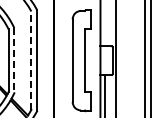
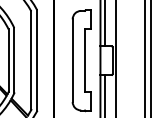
line at (104, 24): none -> present
line at (14, 60): dashed -> solid
line at (31, 60): dashed -> solid
